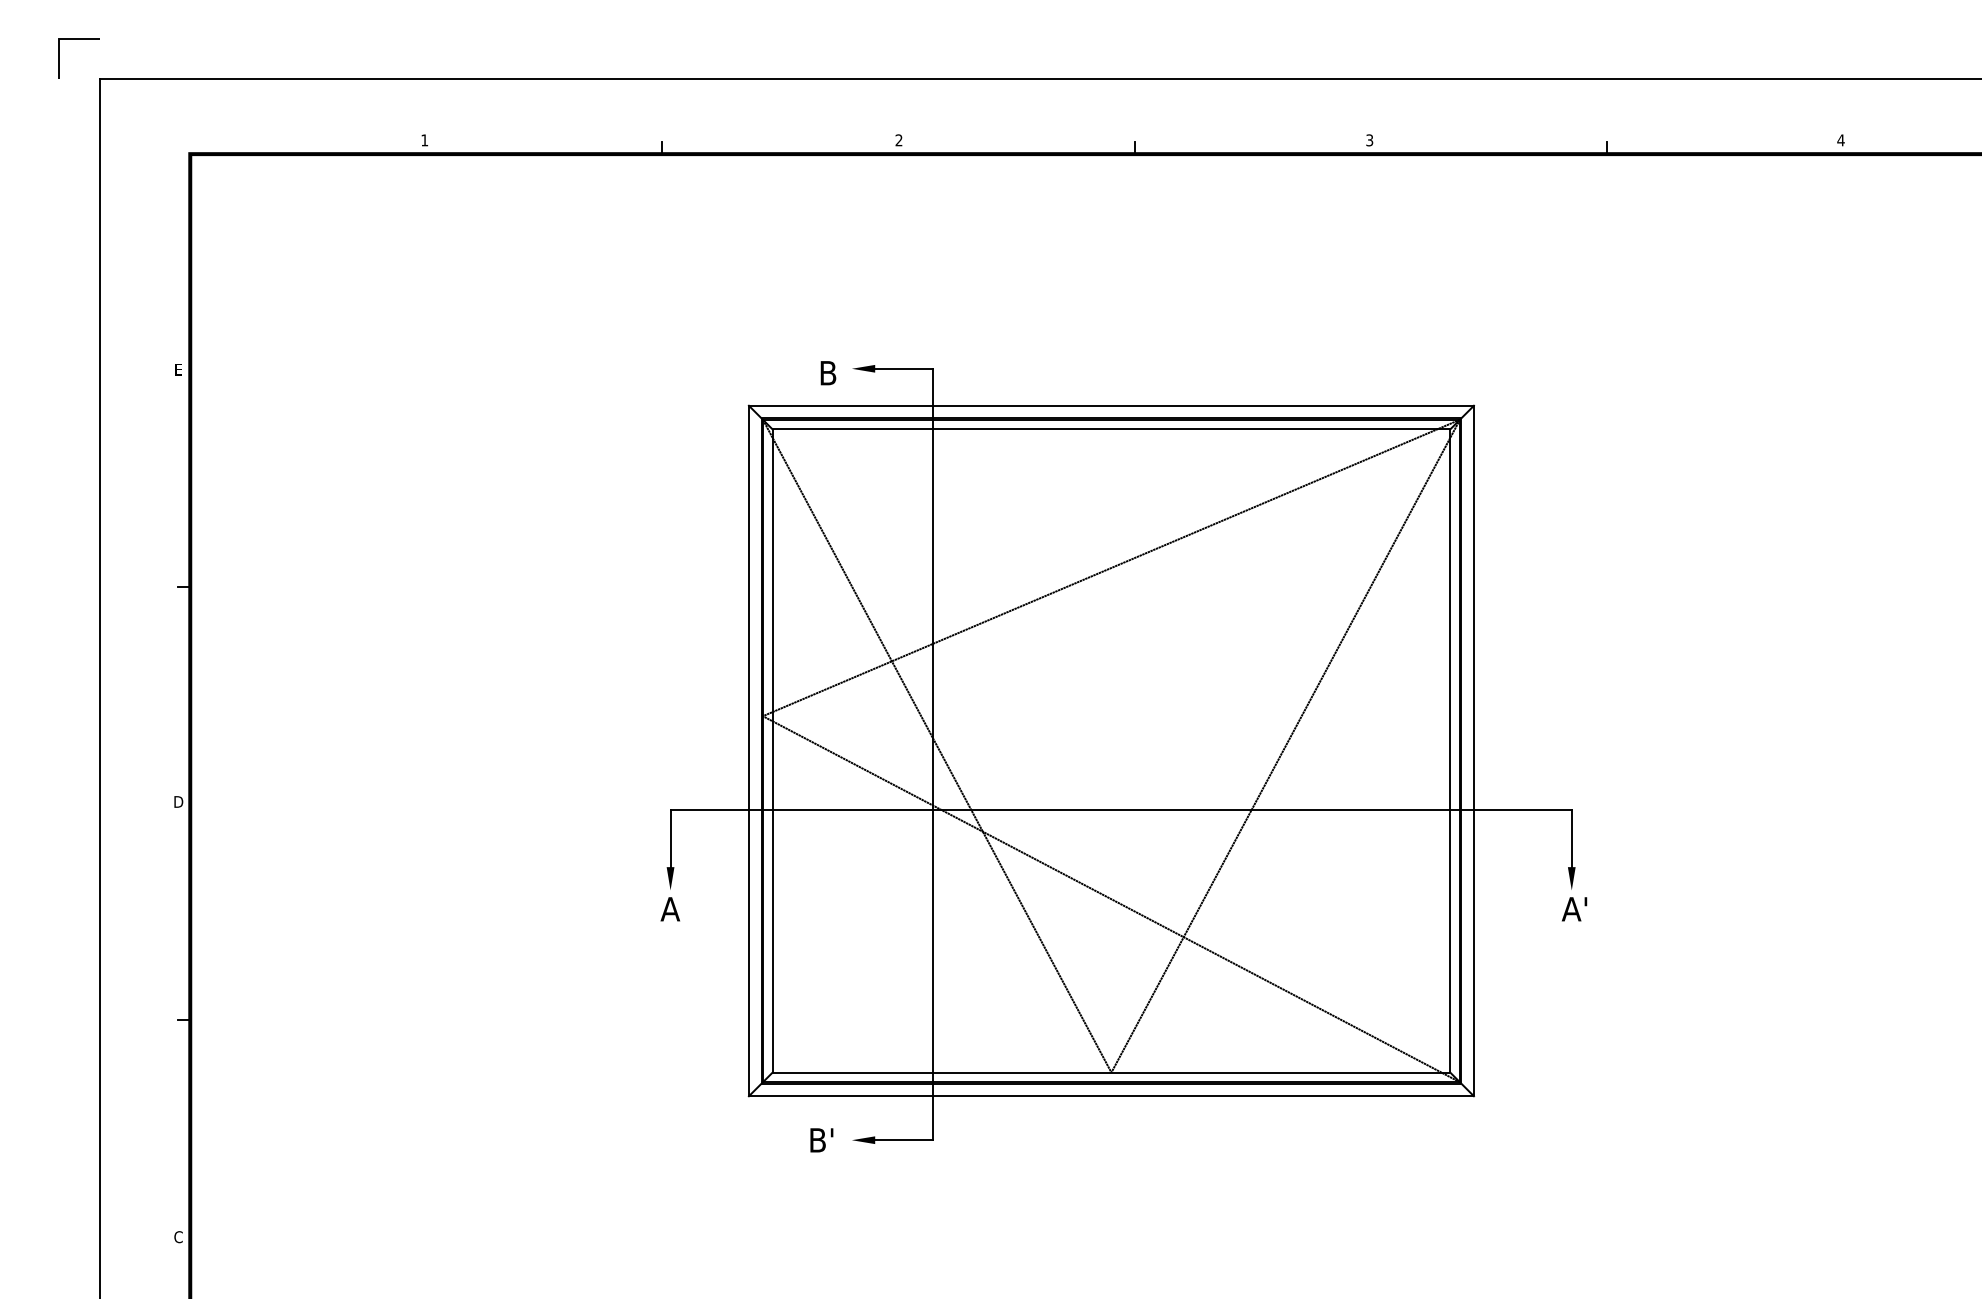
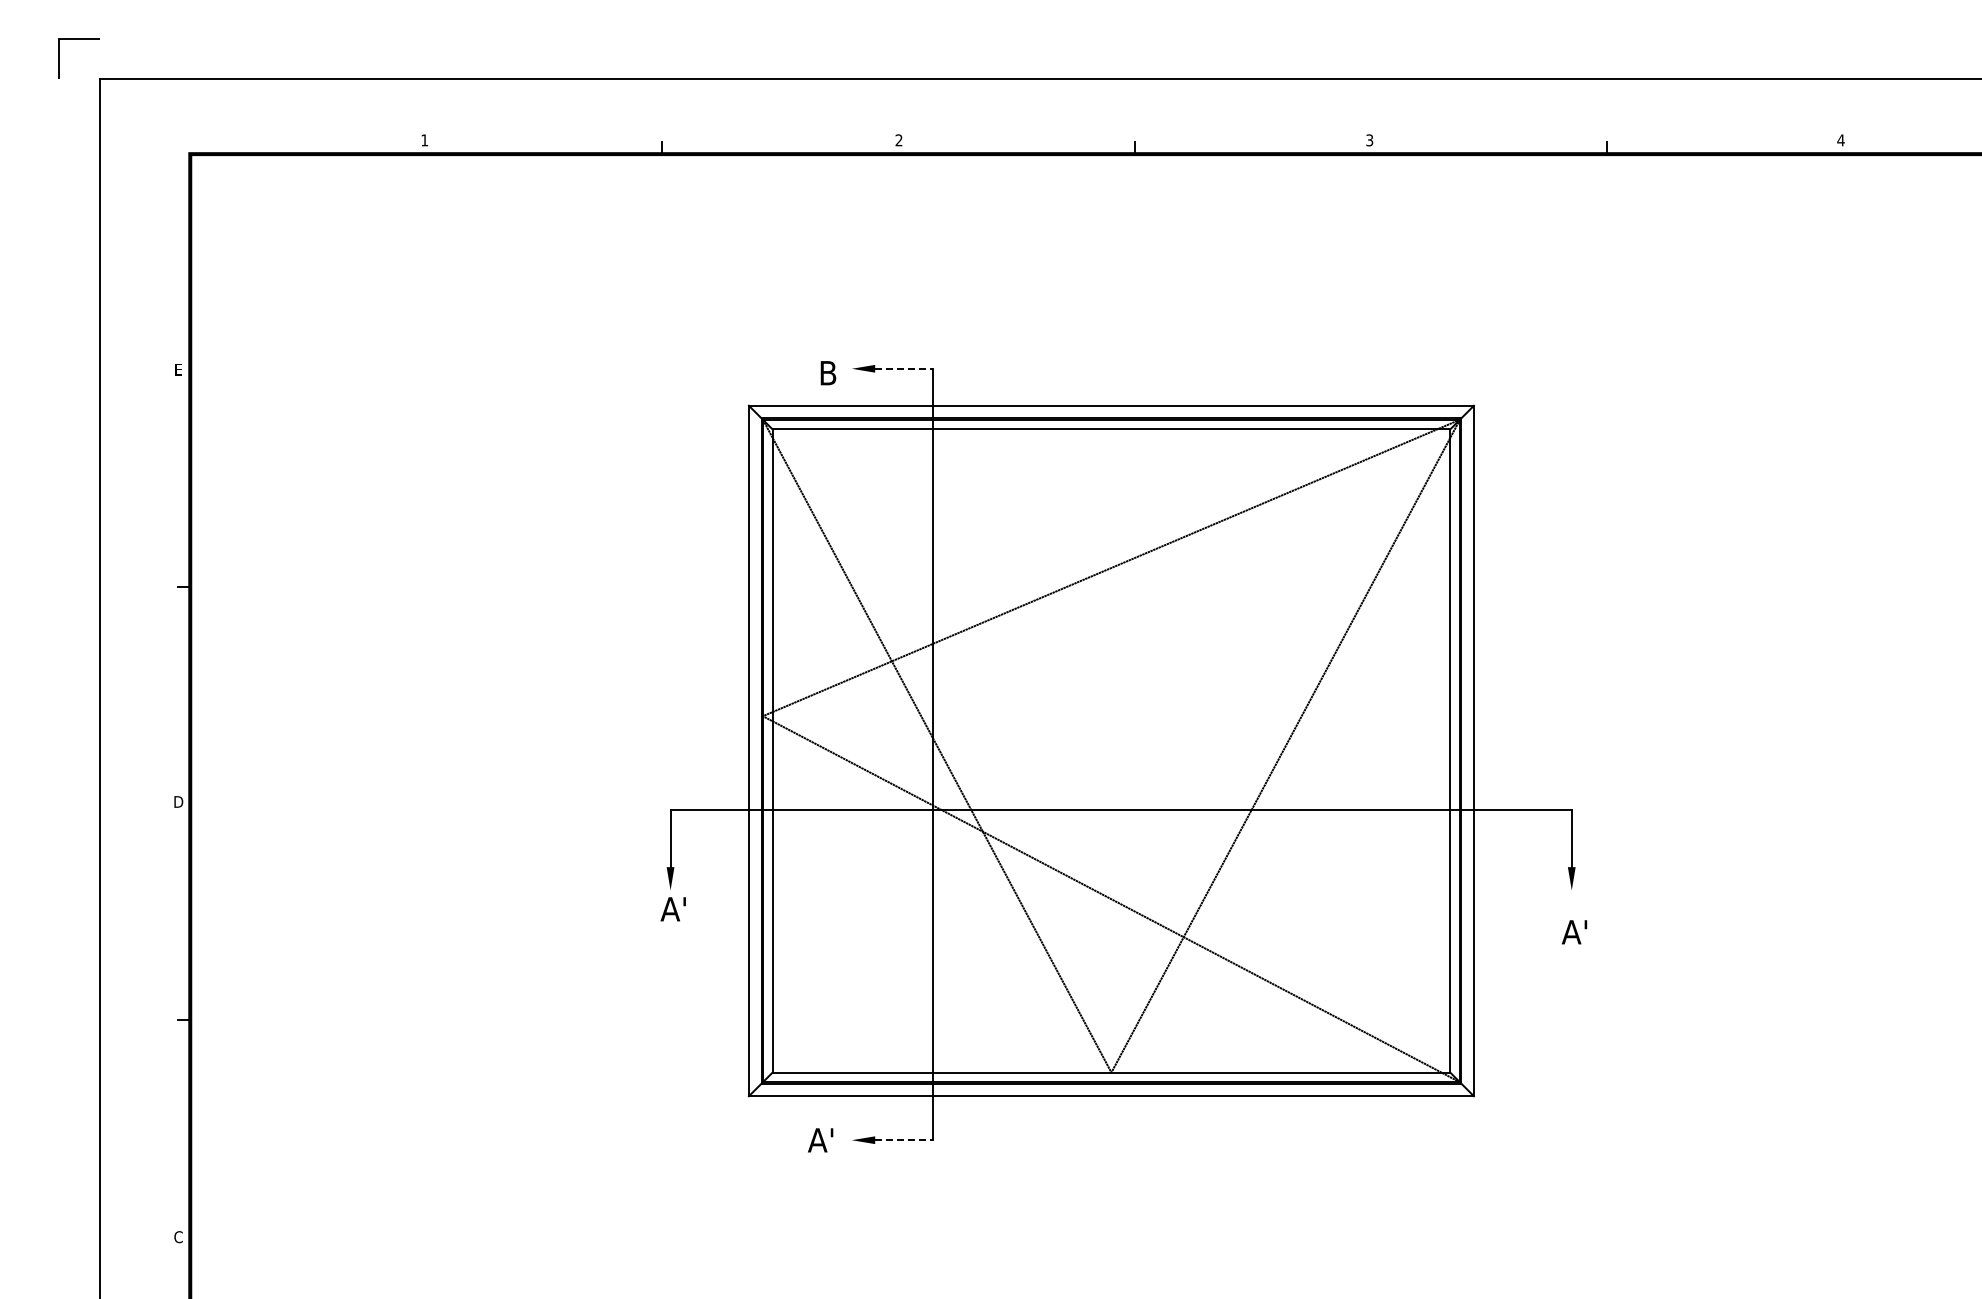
line at (903, 368): solid -> dashed
text at (684, 901): A -> A'
text at (1574, 909) position: (1574, 909) -> (1574, 932)
text at (817, 1140): B' -> A'
line at (903, 1140): solid -> dashed
